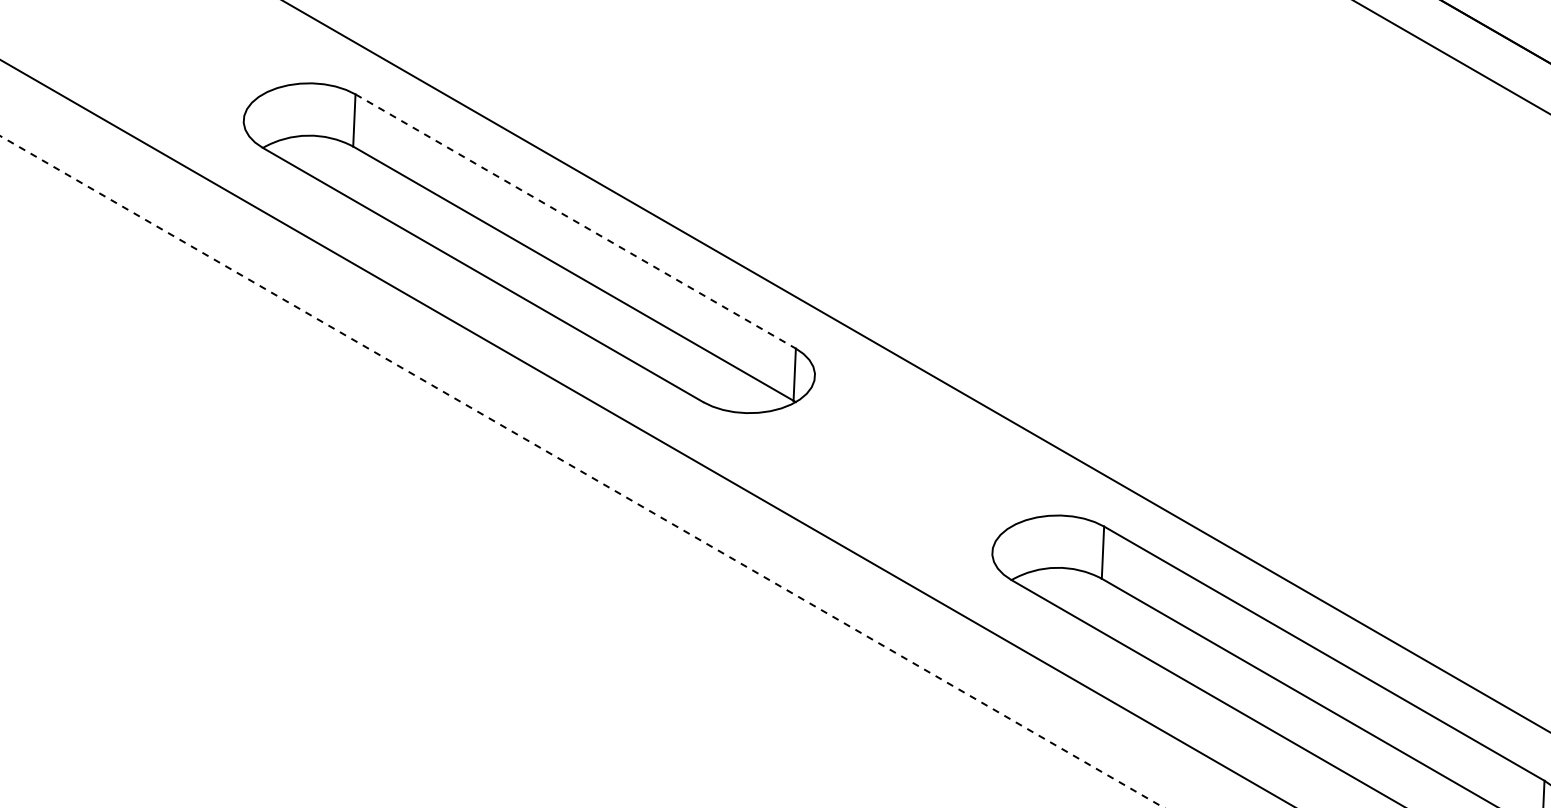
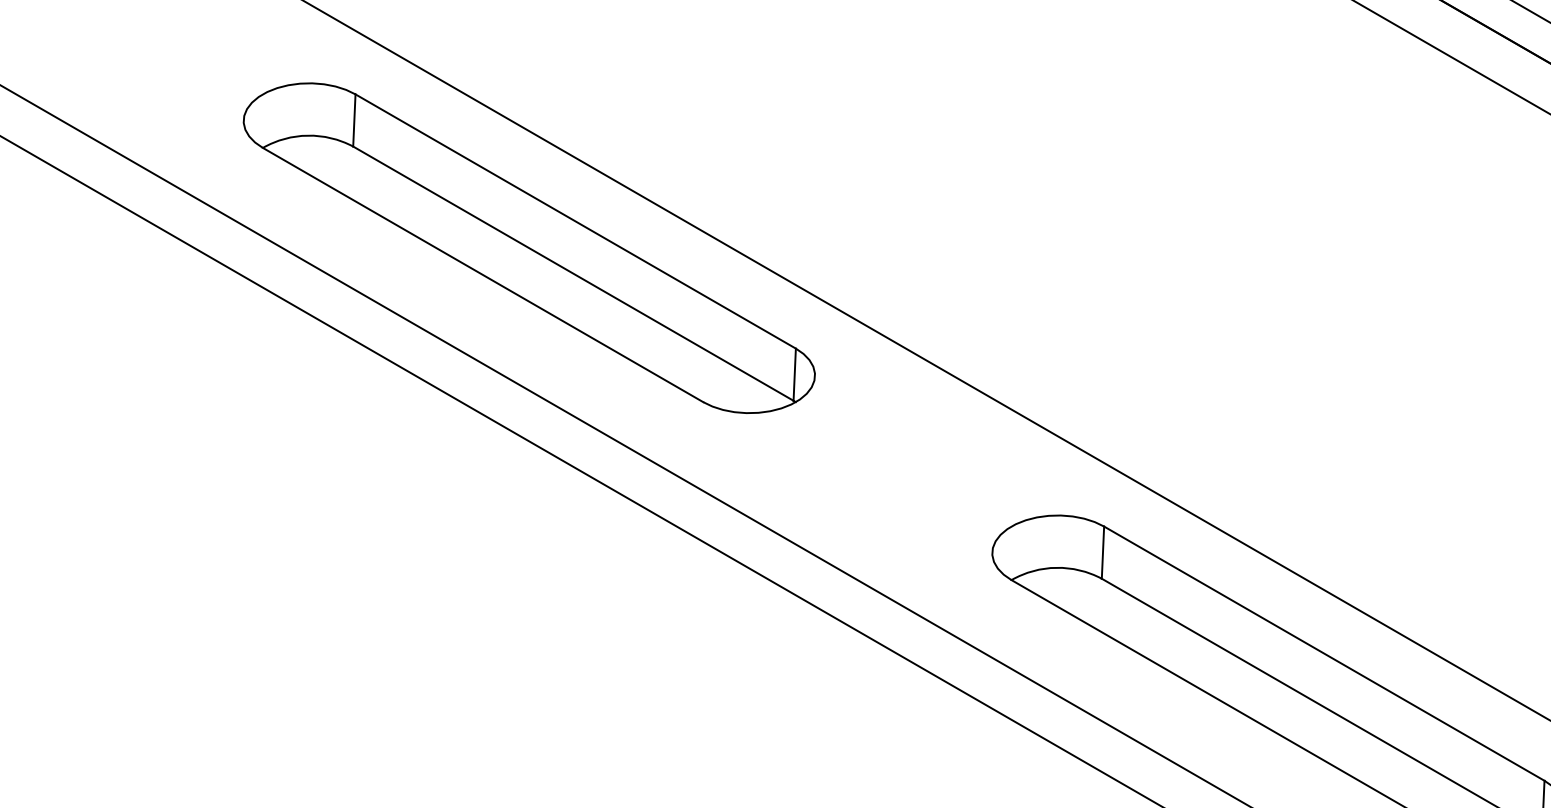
line at (1531, 11): none -> present
line at (576, 221): dashed -> solid
line at (916, 366) position: (916, 366) -> (926, 360)
line at (646, 432) position: (646, 432) -> (624, 445)
line at (582, 472): dashed -> solid
